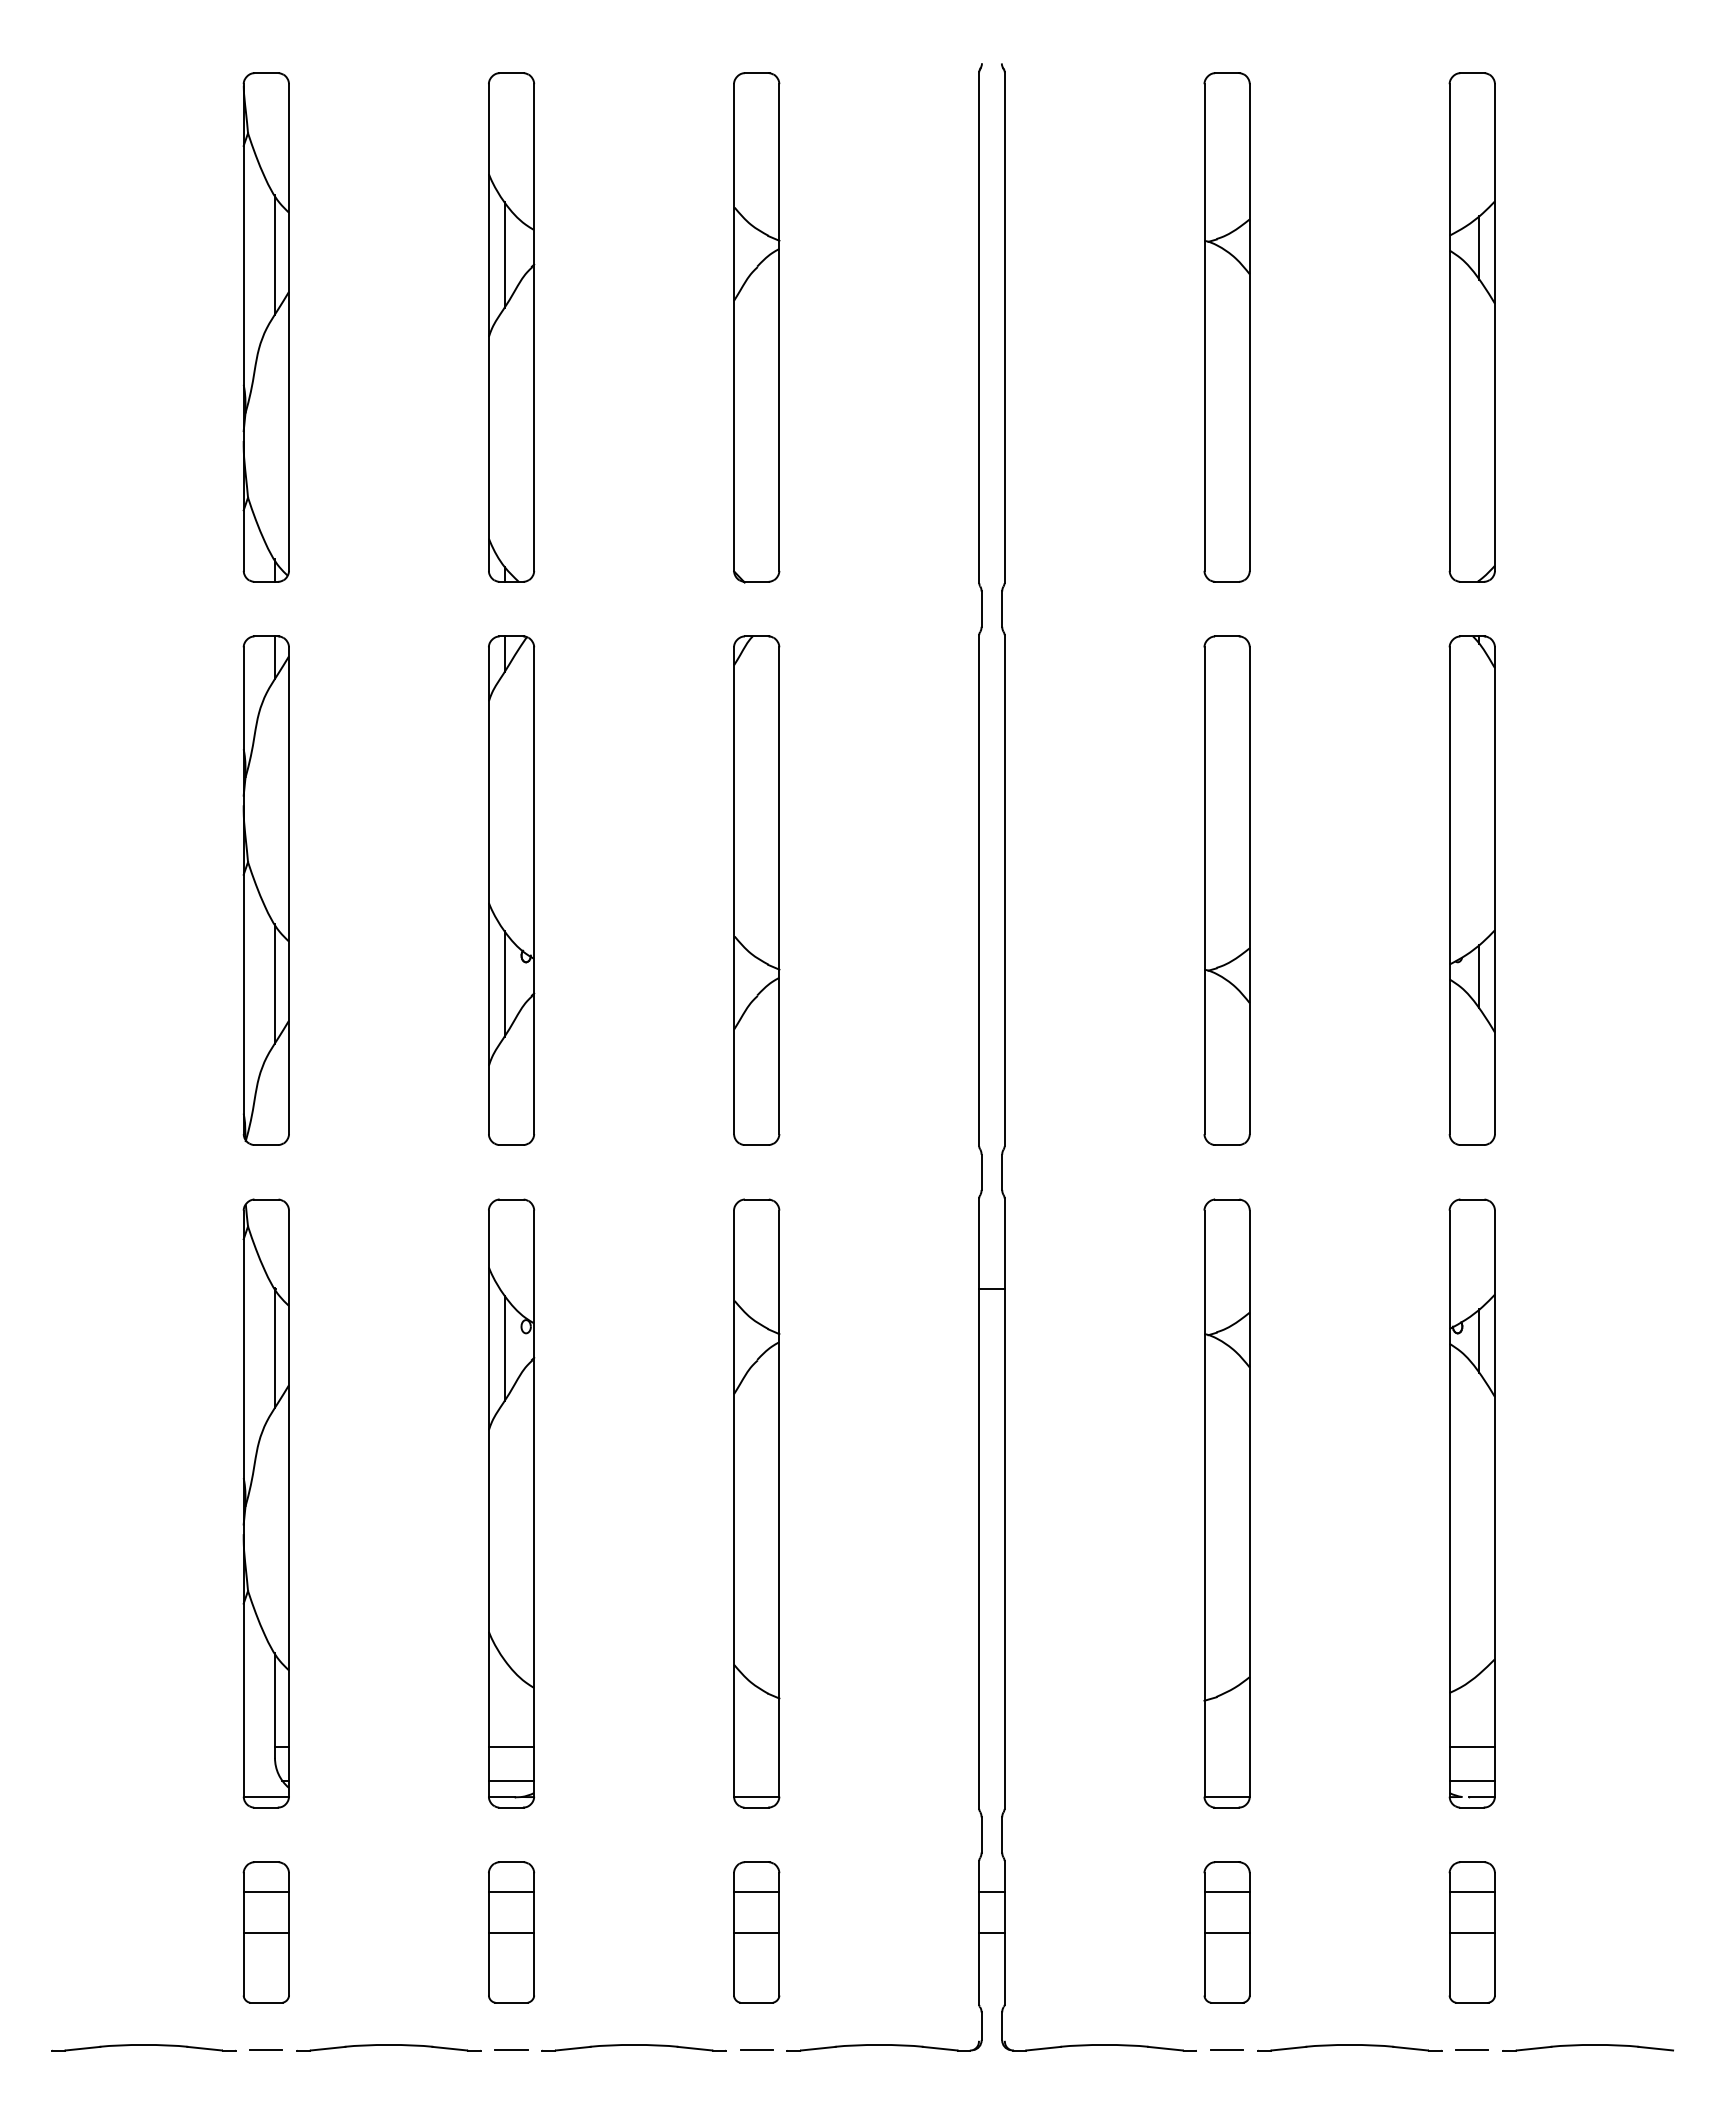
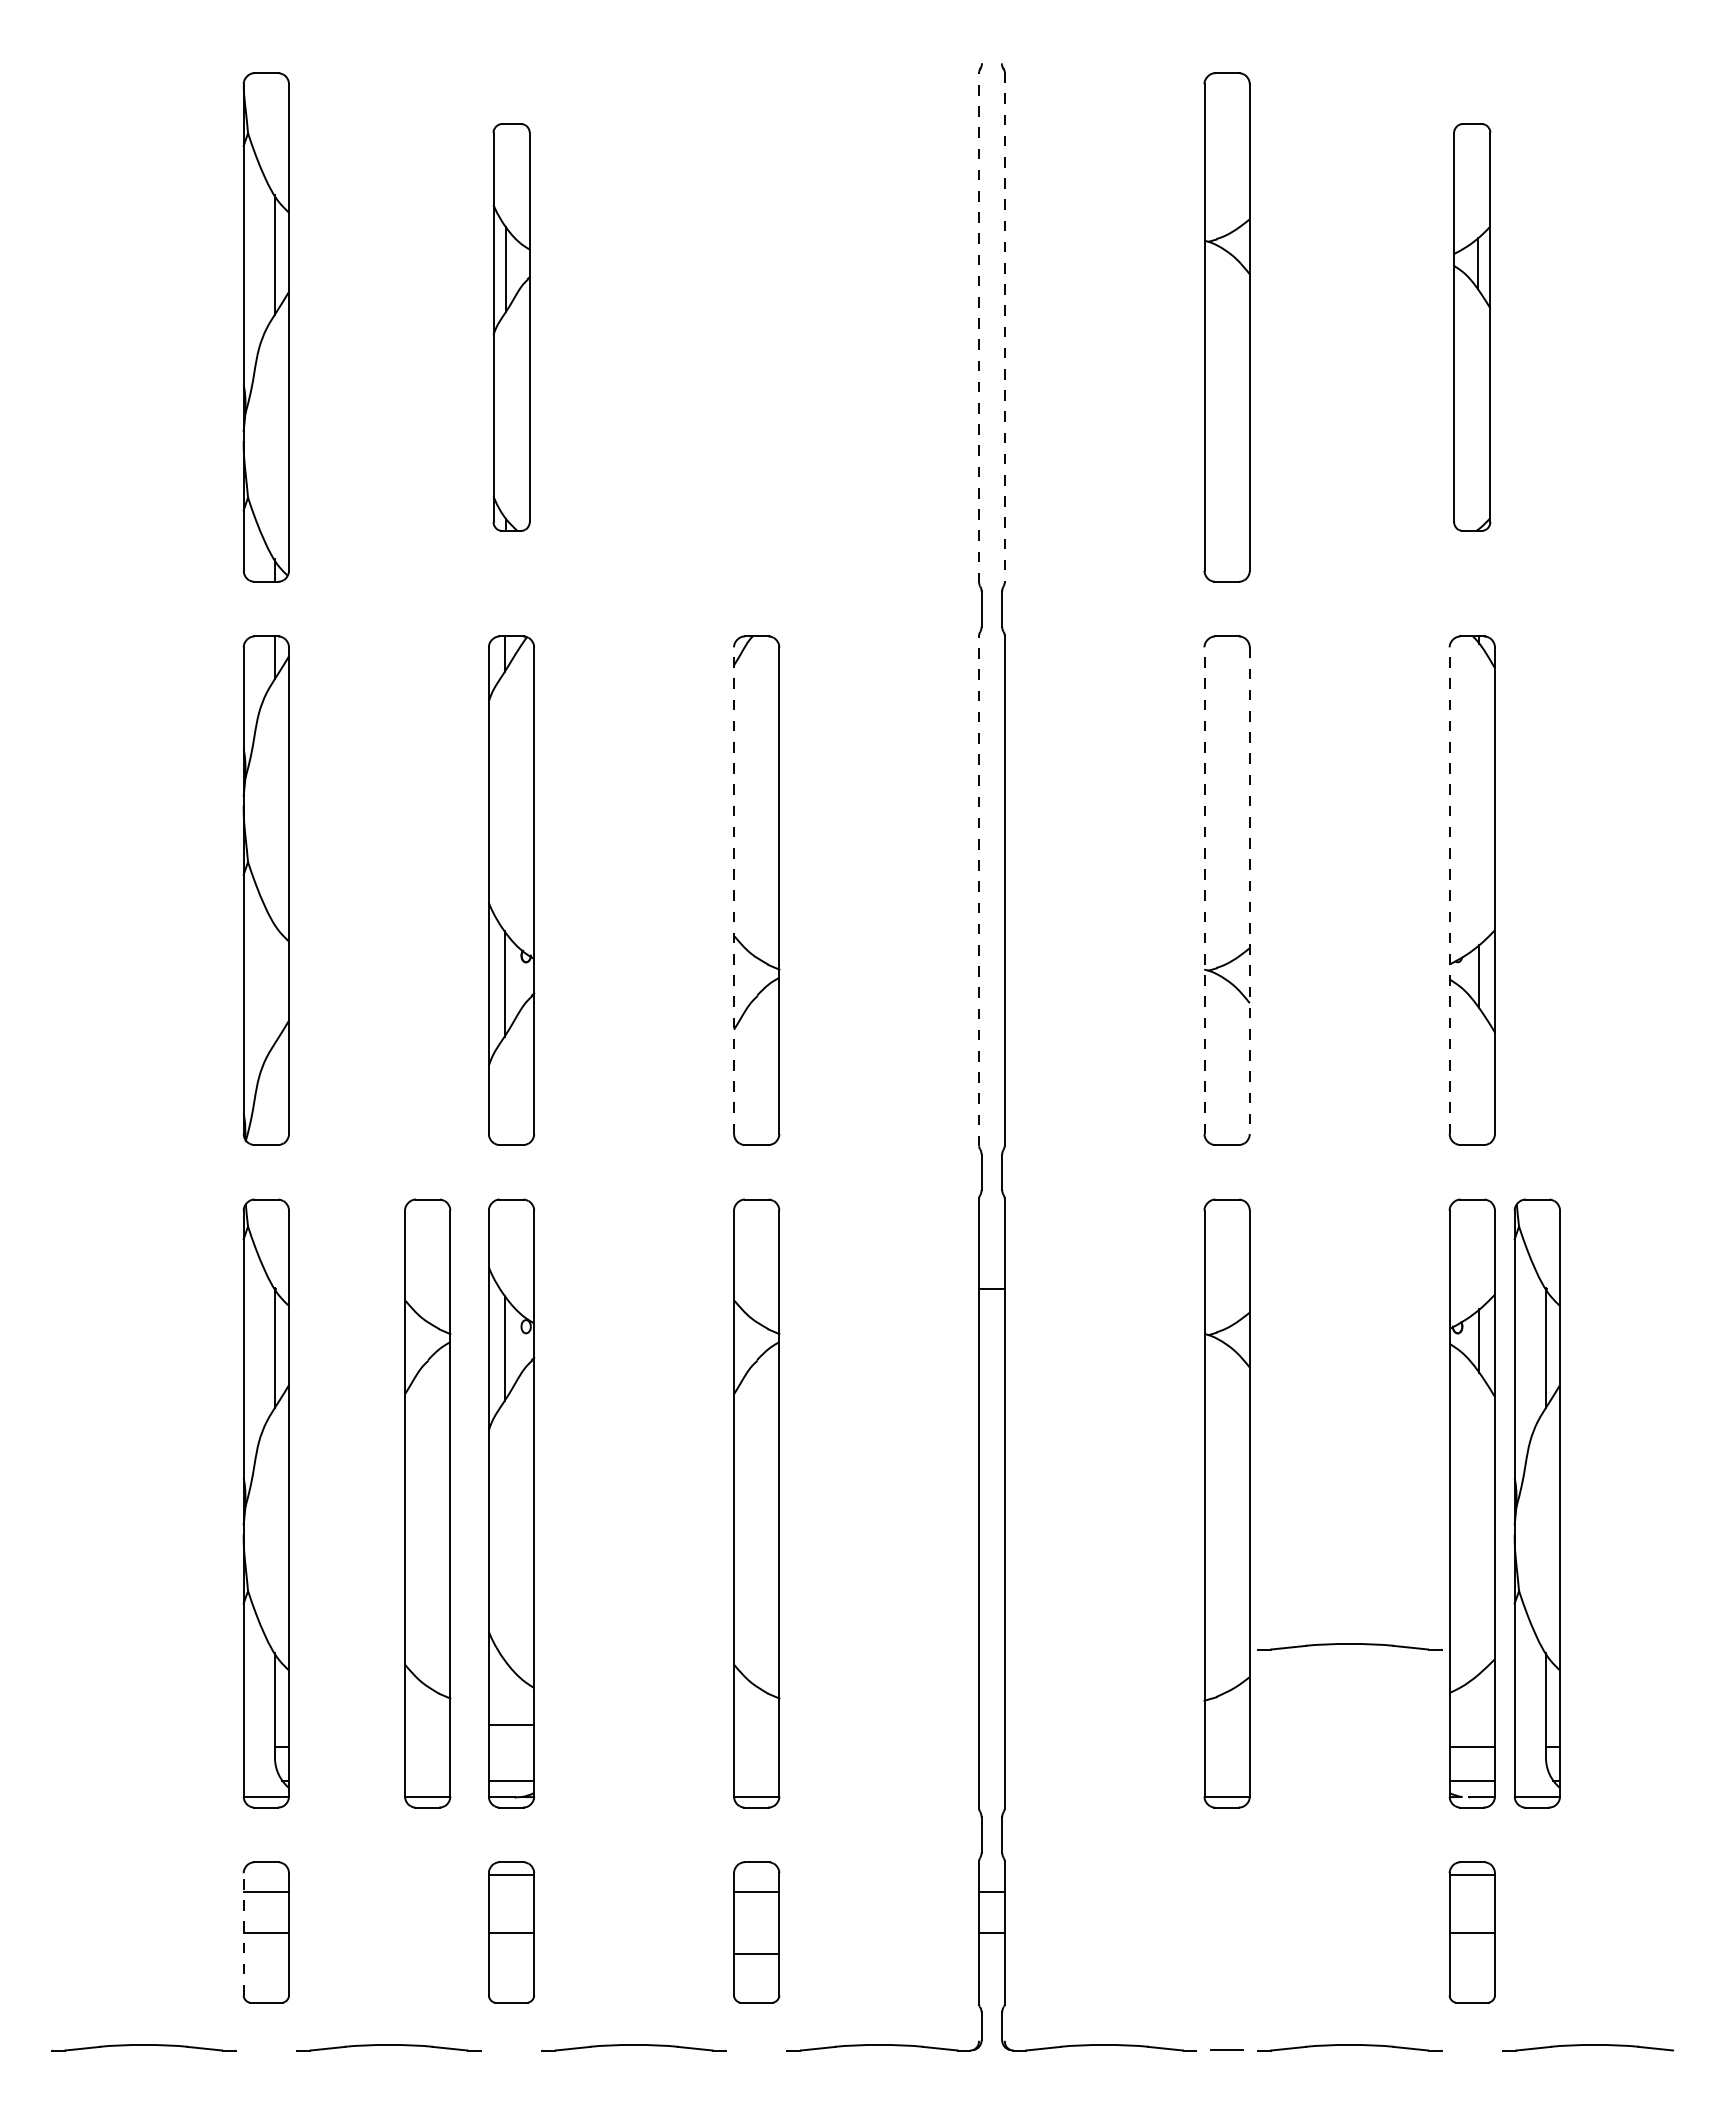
part at (511, 327) size: 48x511 px -> 39x409 px
part at (756, 327): present -> none
line at (979, 327): solid -> dashed
line at (1004, 327): solid -> dashed
part at (1471, 327) size: 48x511 px -> 39x409 px
line at (734, 890): solid -> dashed
line at (979, 890): solid -> dashed
line at (1204, 890): solid -> dashed
line at (1449, 890): solid -> dashed
line at (1249, 891): solid -> dashed
line at (275, 983): present -> none
part at (427, 1503): none -> present
part at (1536, 1503): none -> present
part at (1349, 1646): none -> present
line at (511, 1747) position: (511, 1747) -> (511, 1725)
line at (511, 1891) position: (511, 1891) -> (511, 1874)
line at (1472, 1891) position: (1472, 1891) -> (1472, 1874)
part at (1226, 1932): present -> none
line at (243, 1933): solid -> dashed
line at (756, 1933) position: (756, 1933) -> (756, 1954)
line at (266, 2049): present -> none
line at (511, 2049): present -> none
line at (756, 2049): present -> none
line at (1472, 2049): present -> none
